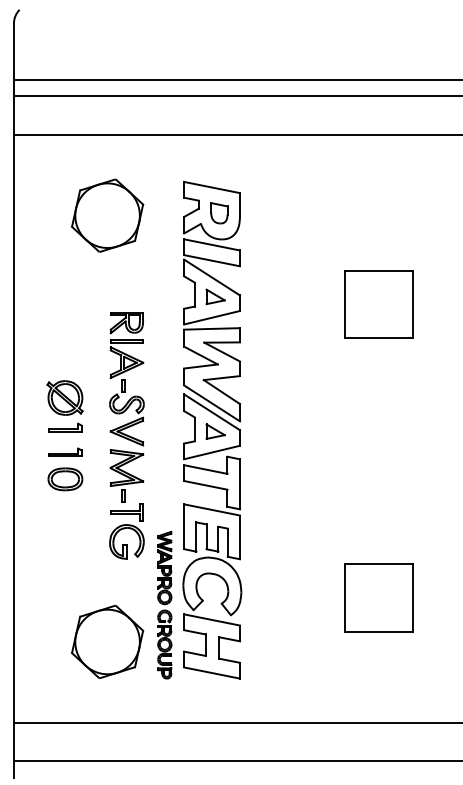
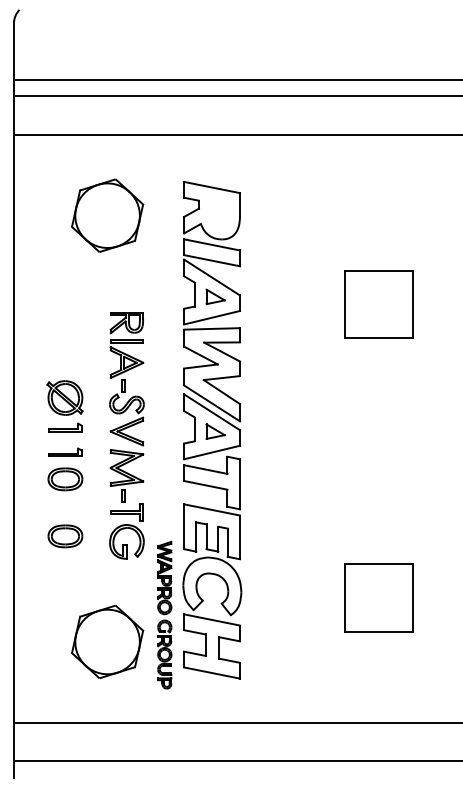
part at (219, 213): present -> none
part at (65, 536): none -> present
part at (164, 604) position: (164, 604) -> (164, 614)
